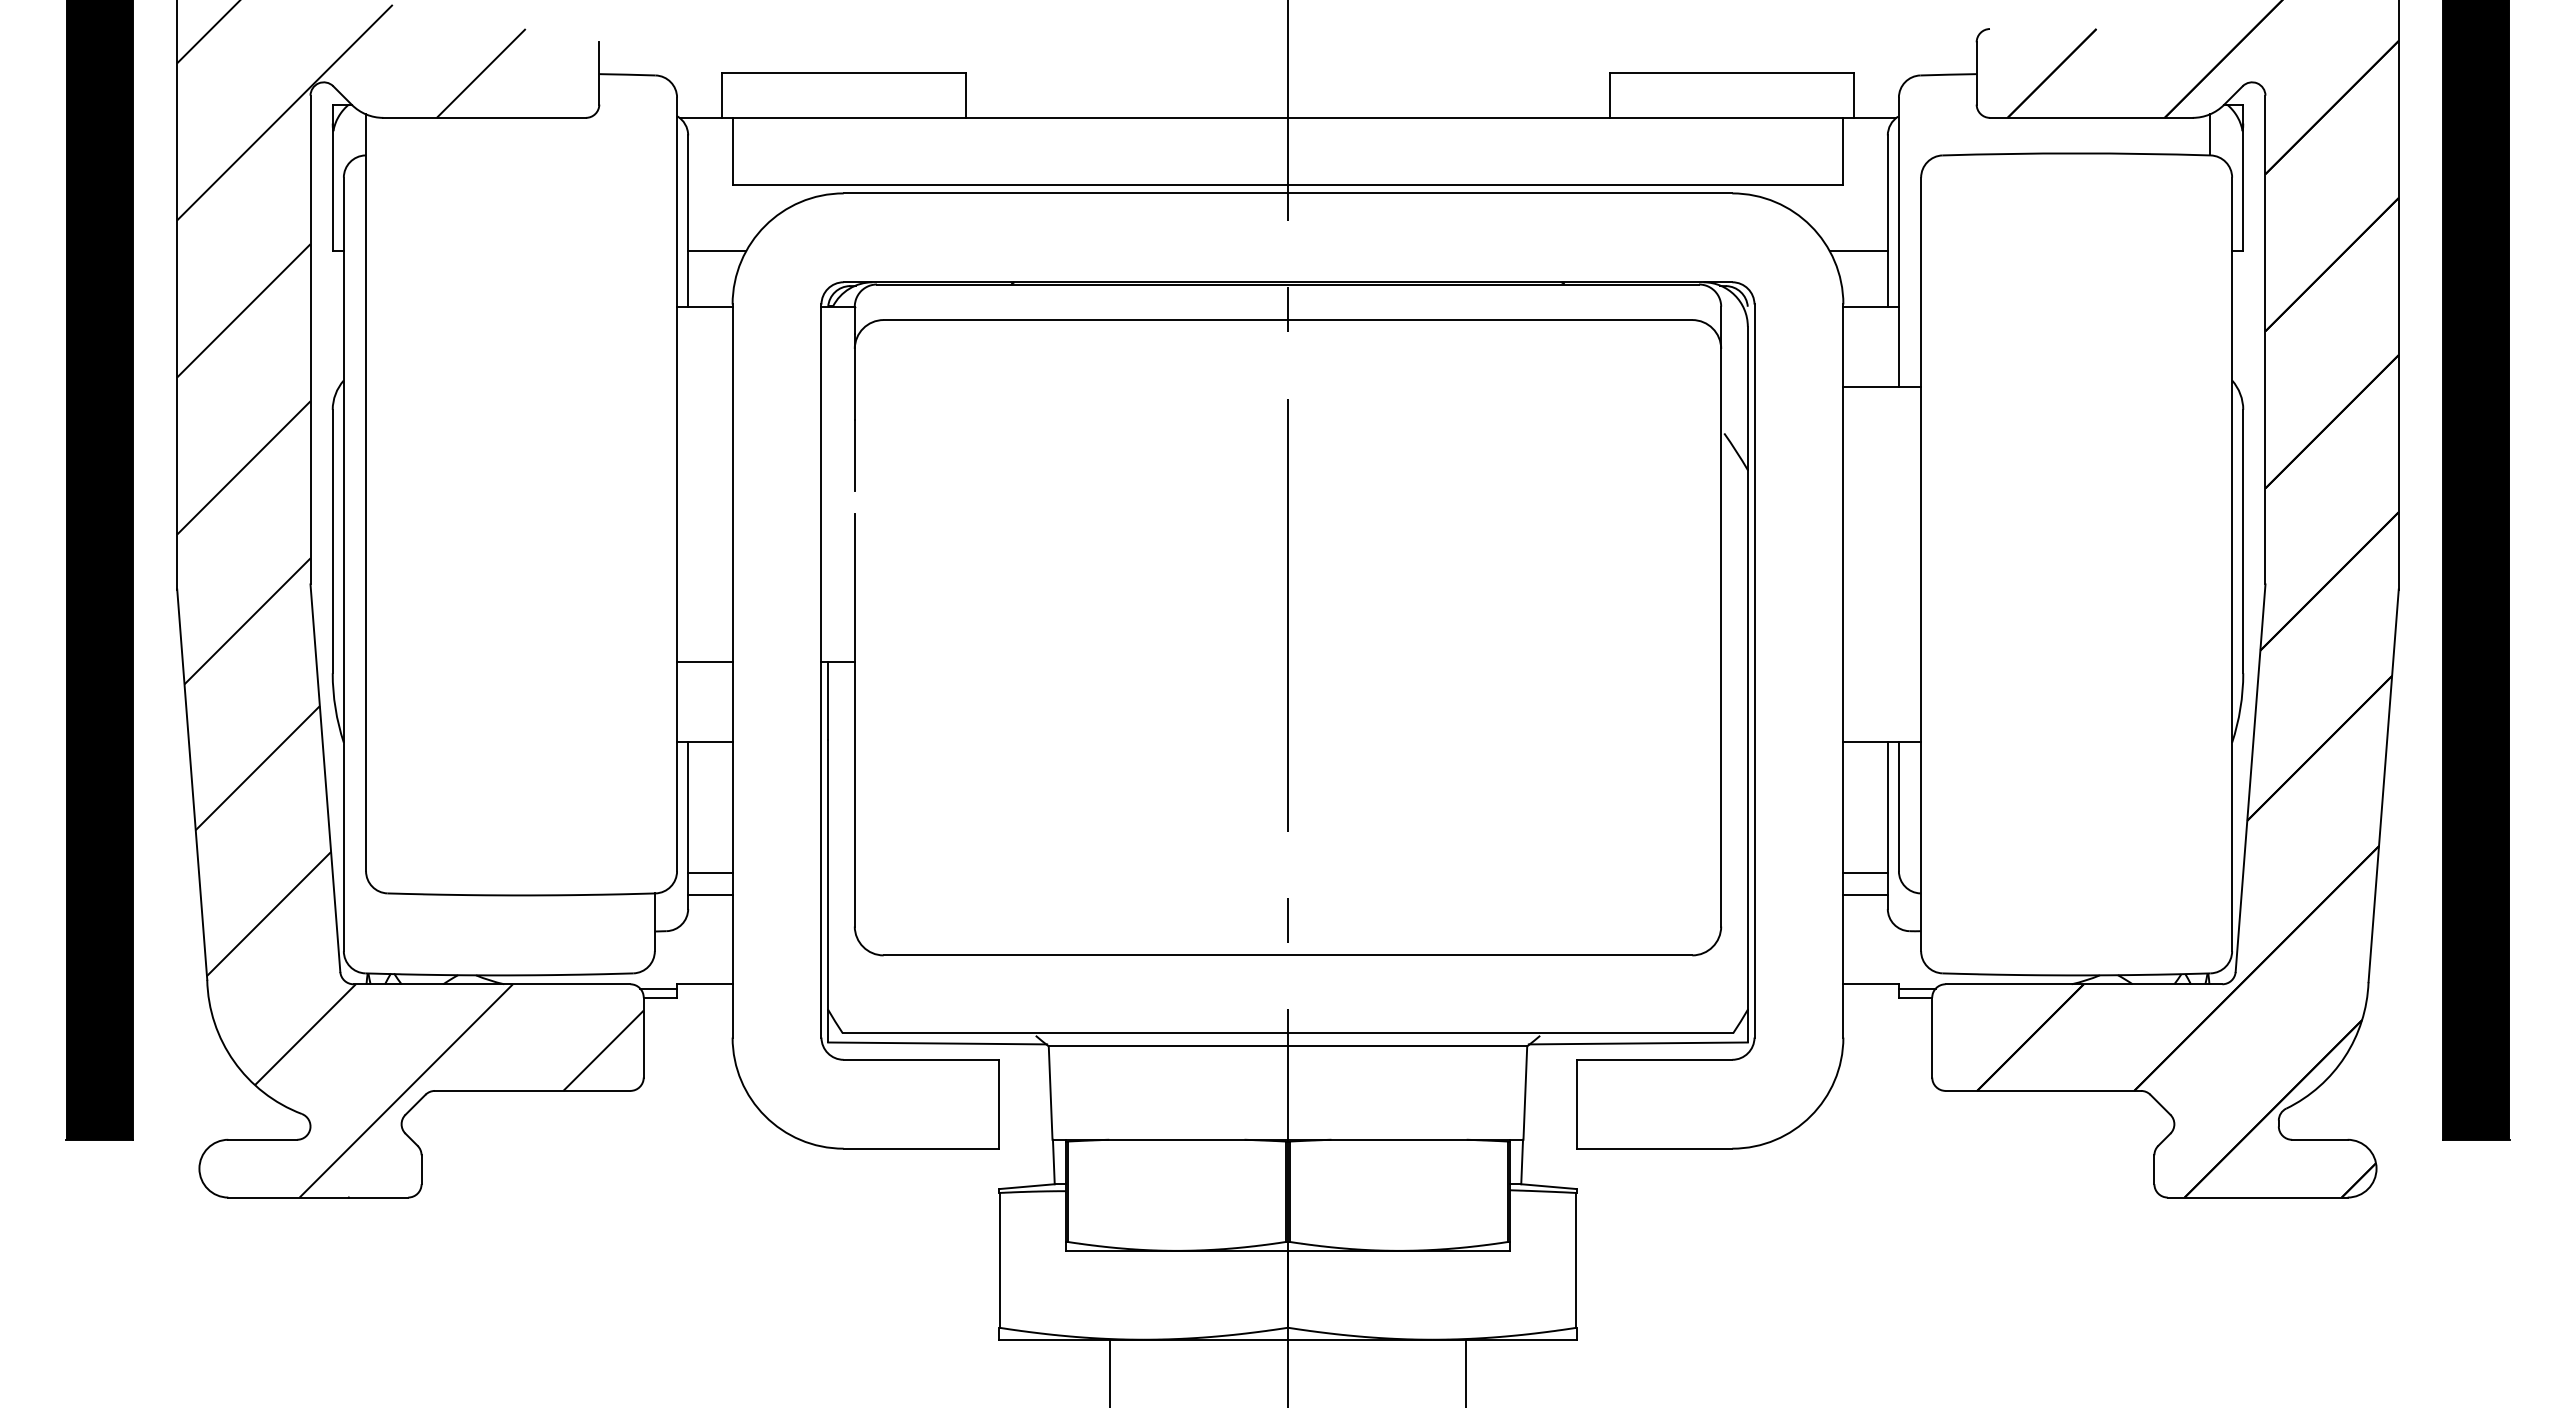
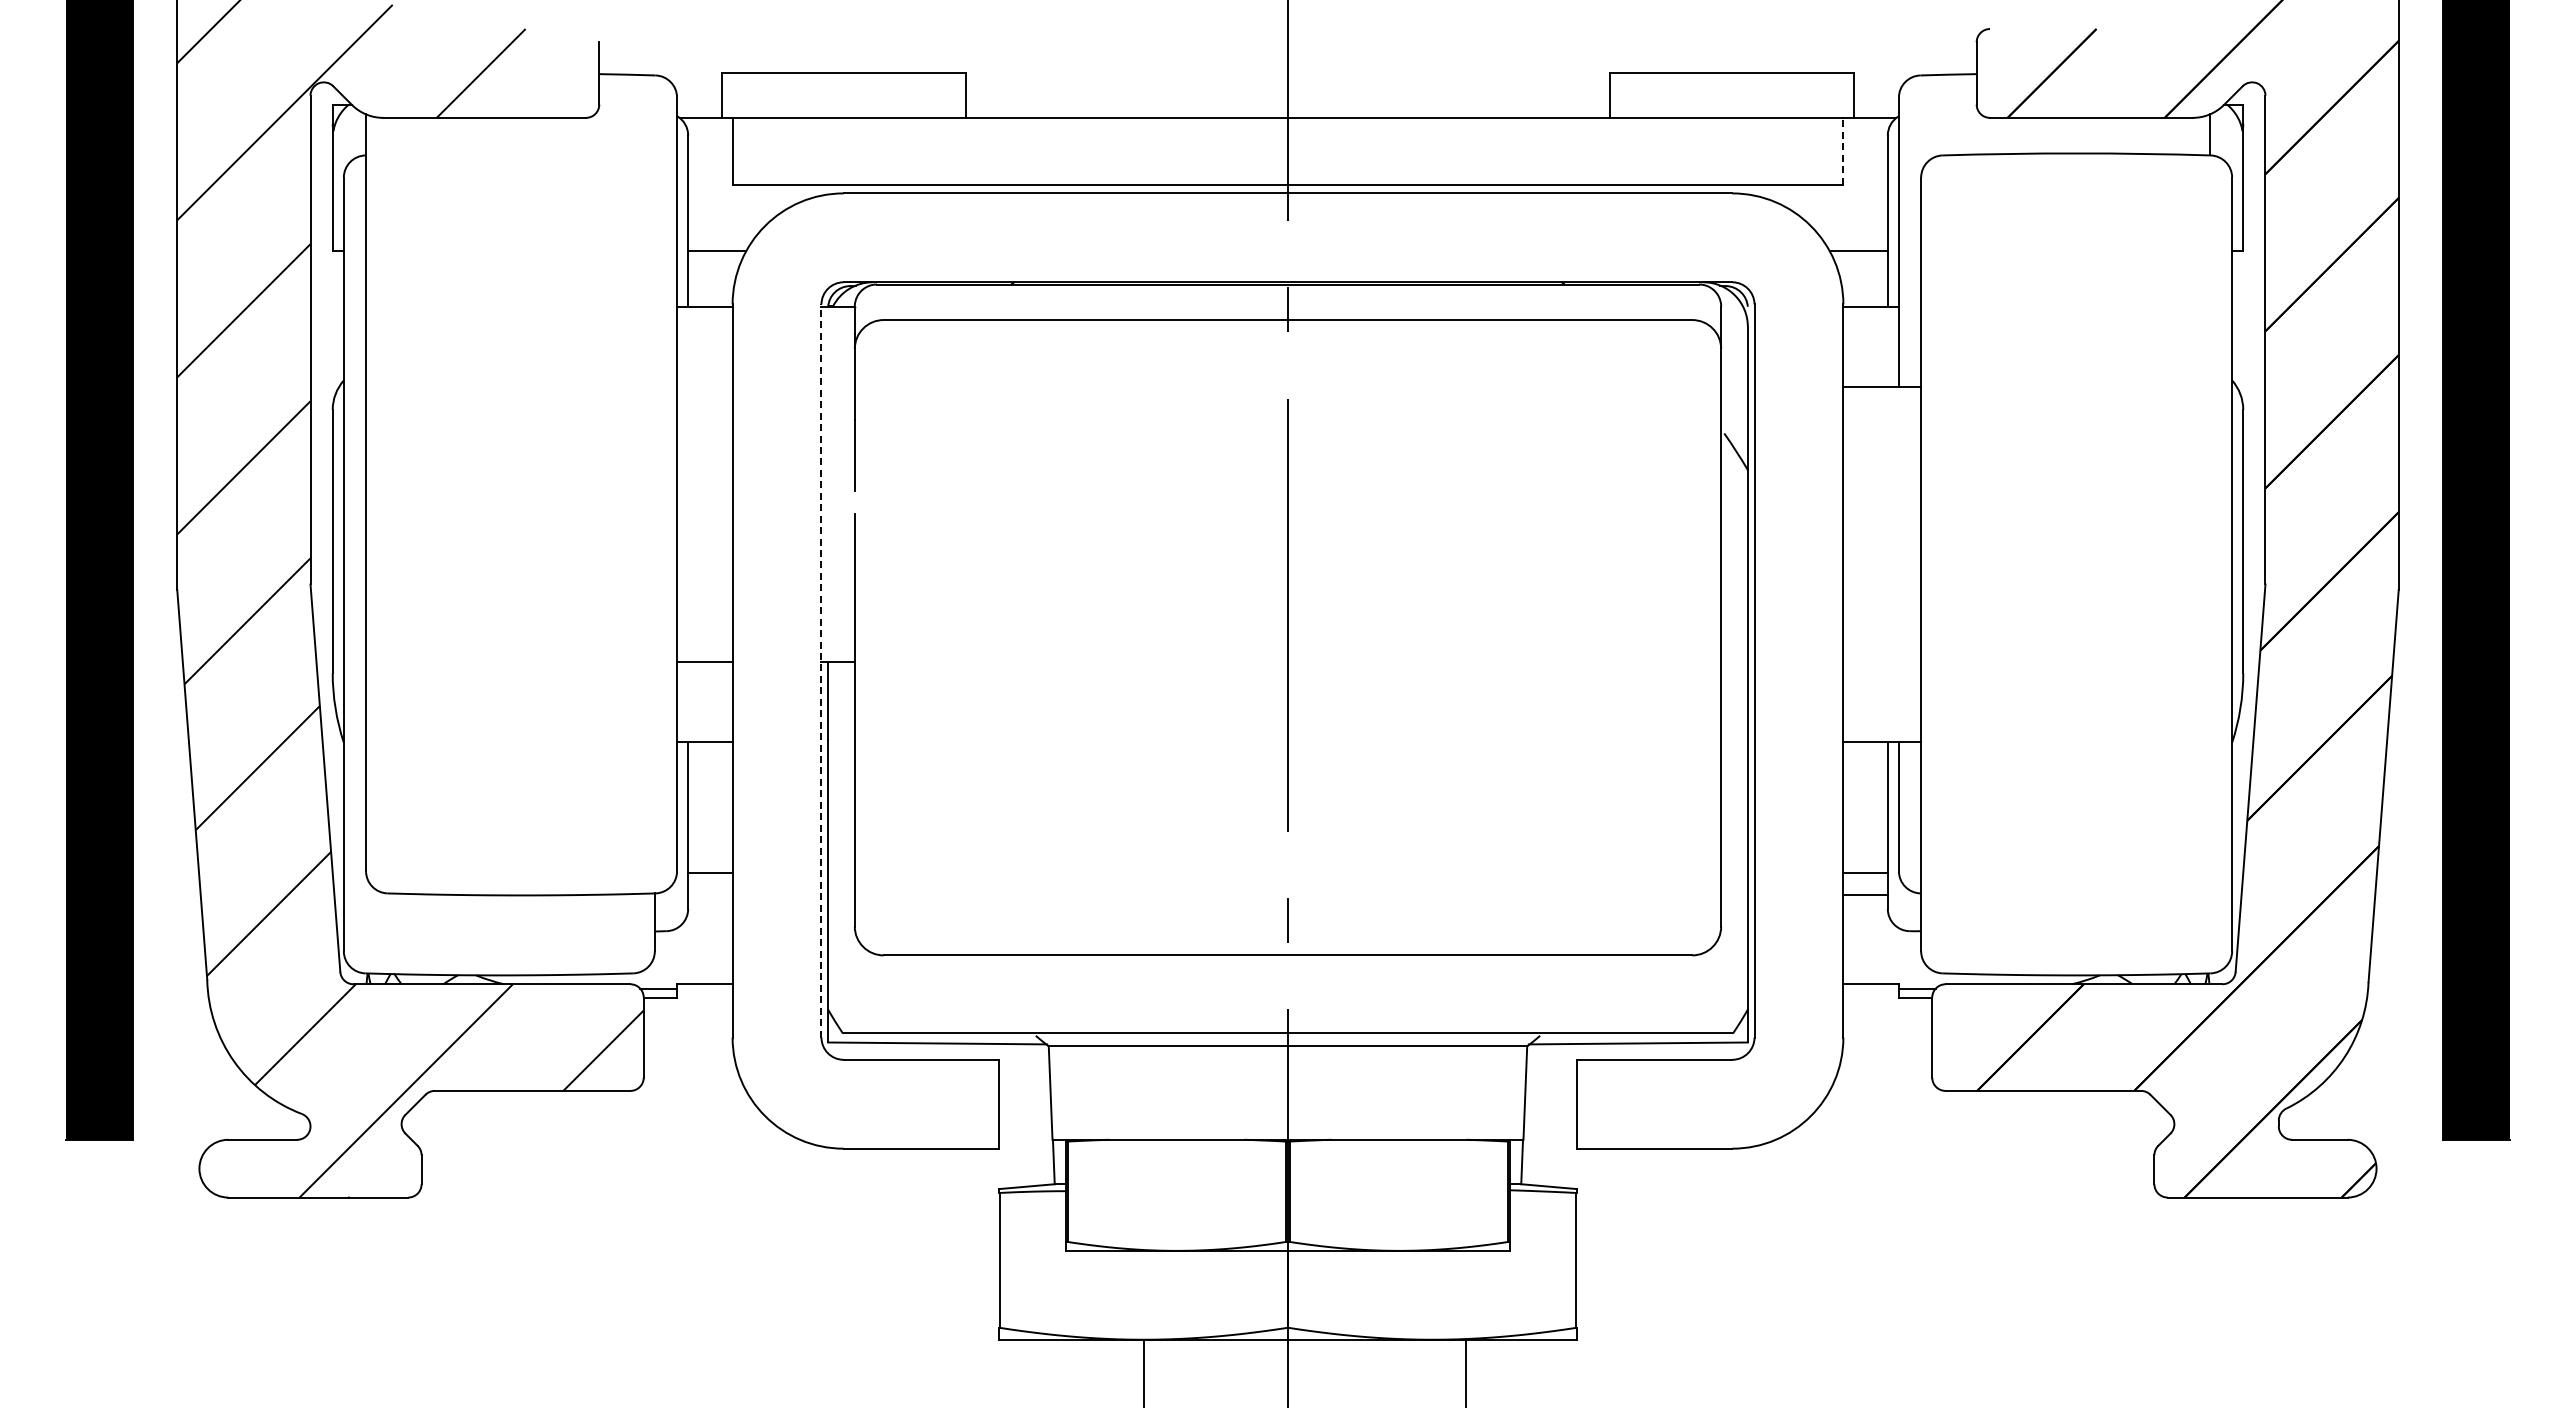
line at (1843, 150): solid -> dashed
line at (821, 671): solid -> dashed
line at (710, 895): present -> none
line at (1110, 1371) position: (1110, 1371) -> (1144, 1371)
